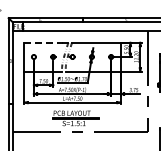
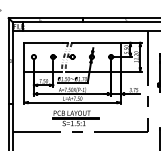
line at (44, 42): dashed -> solid
